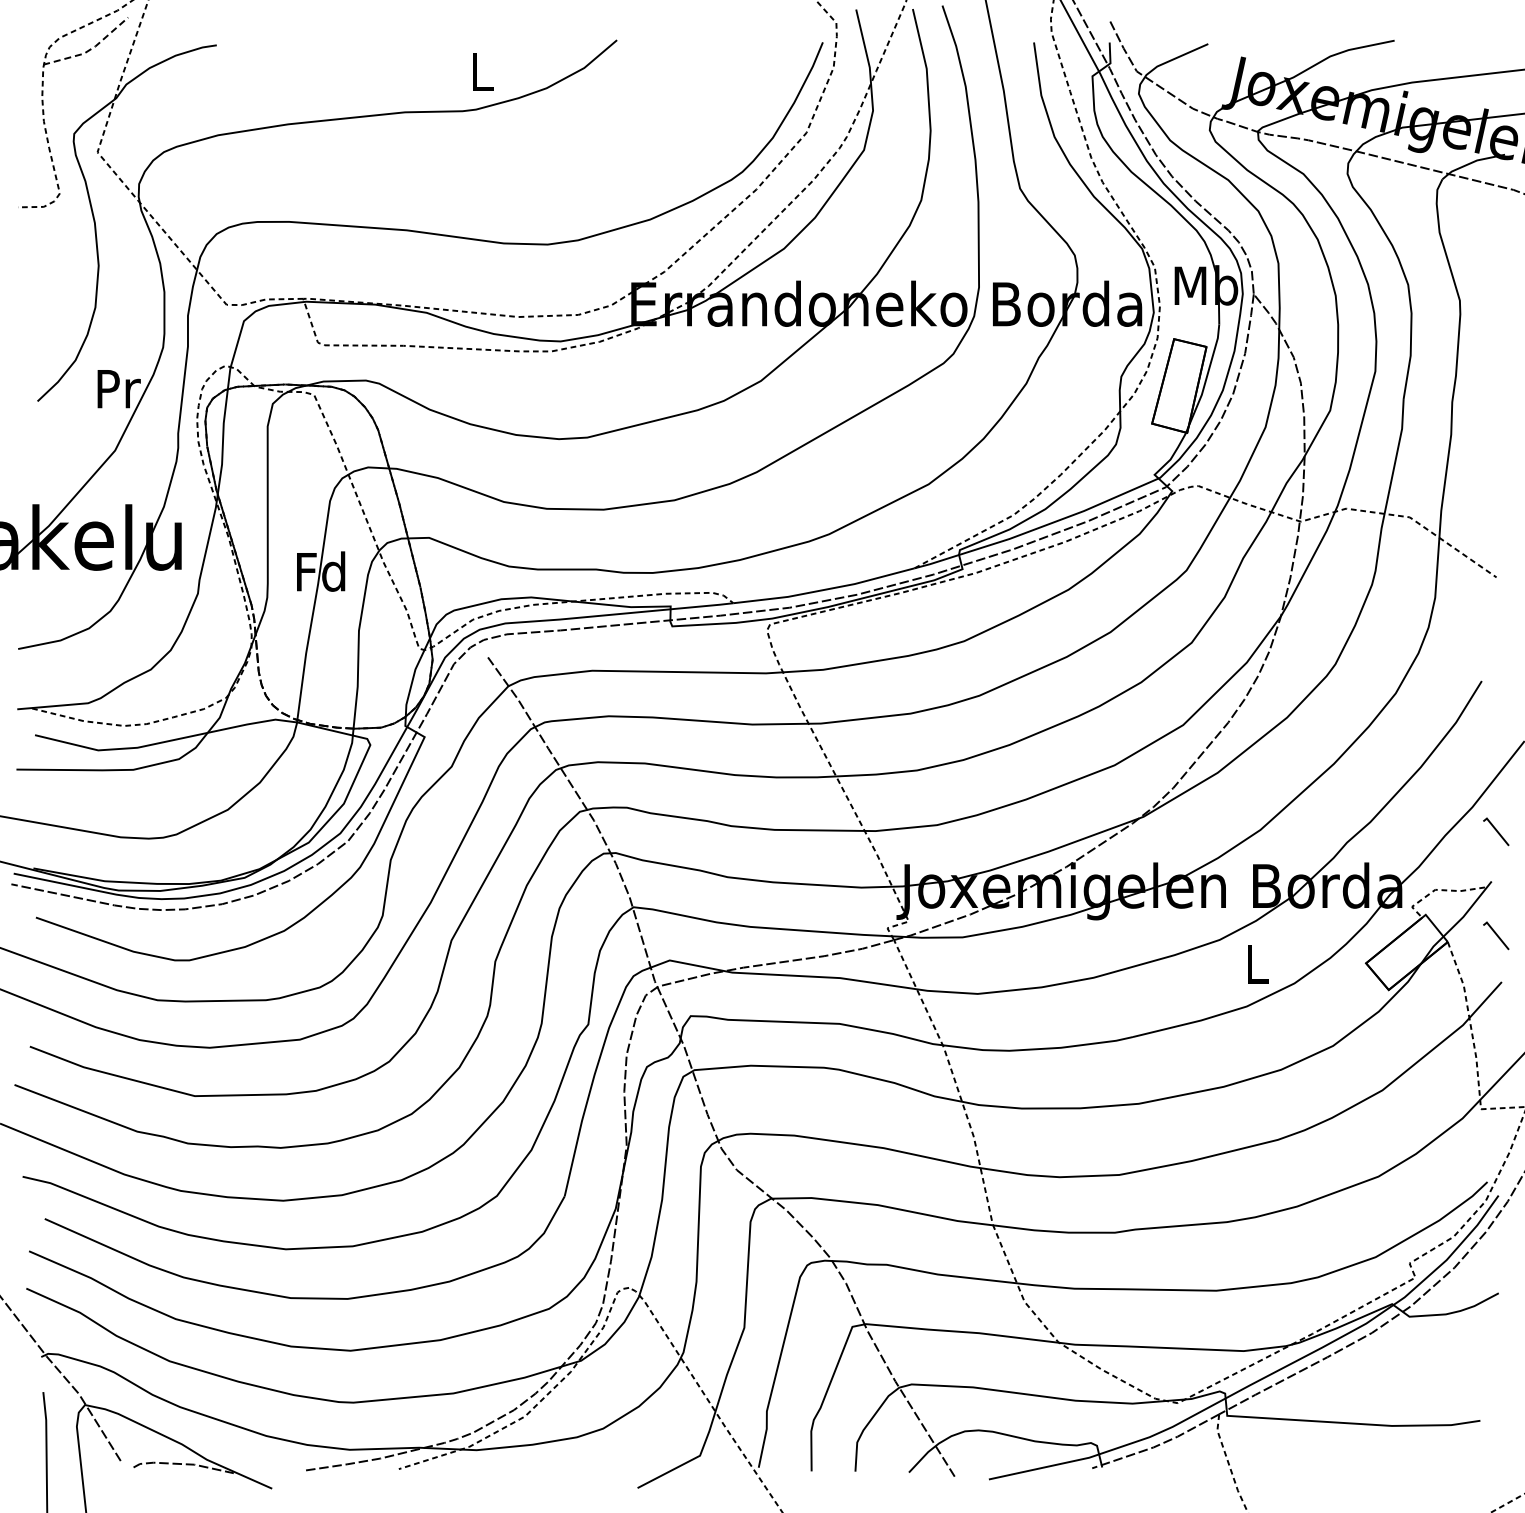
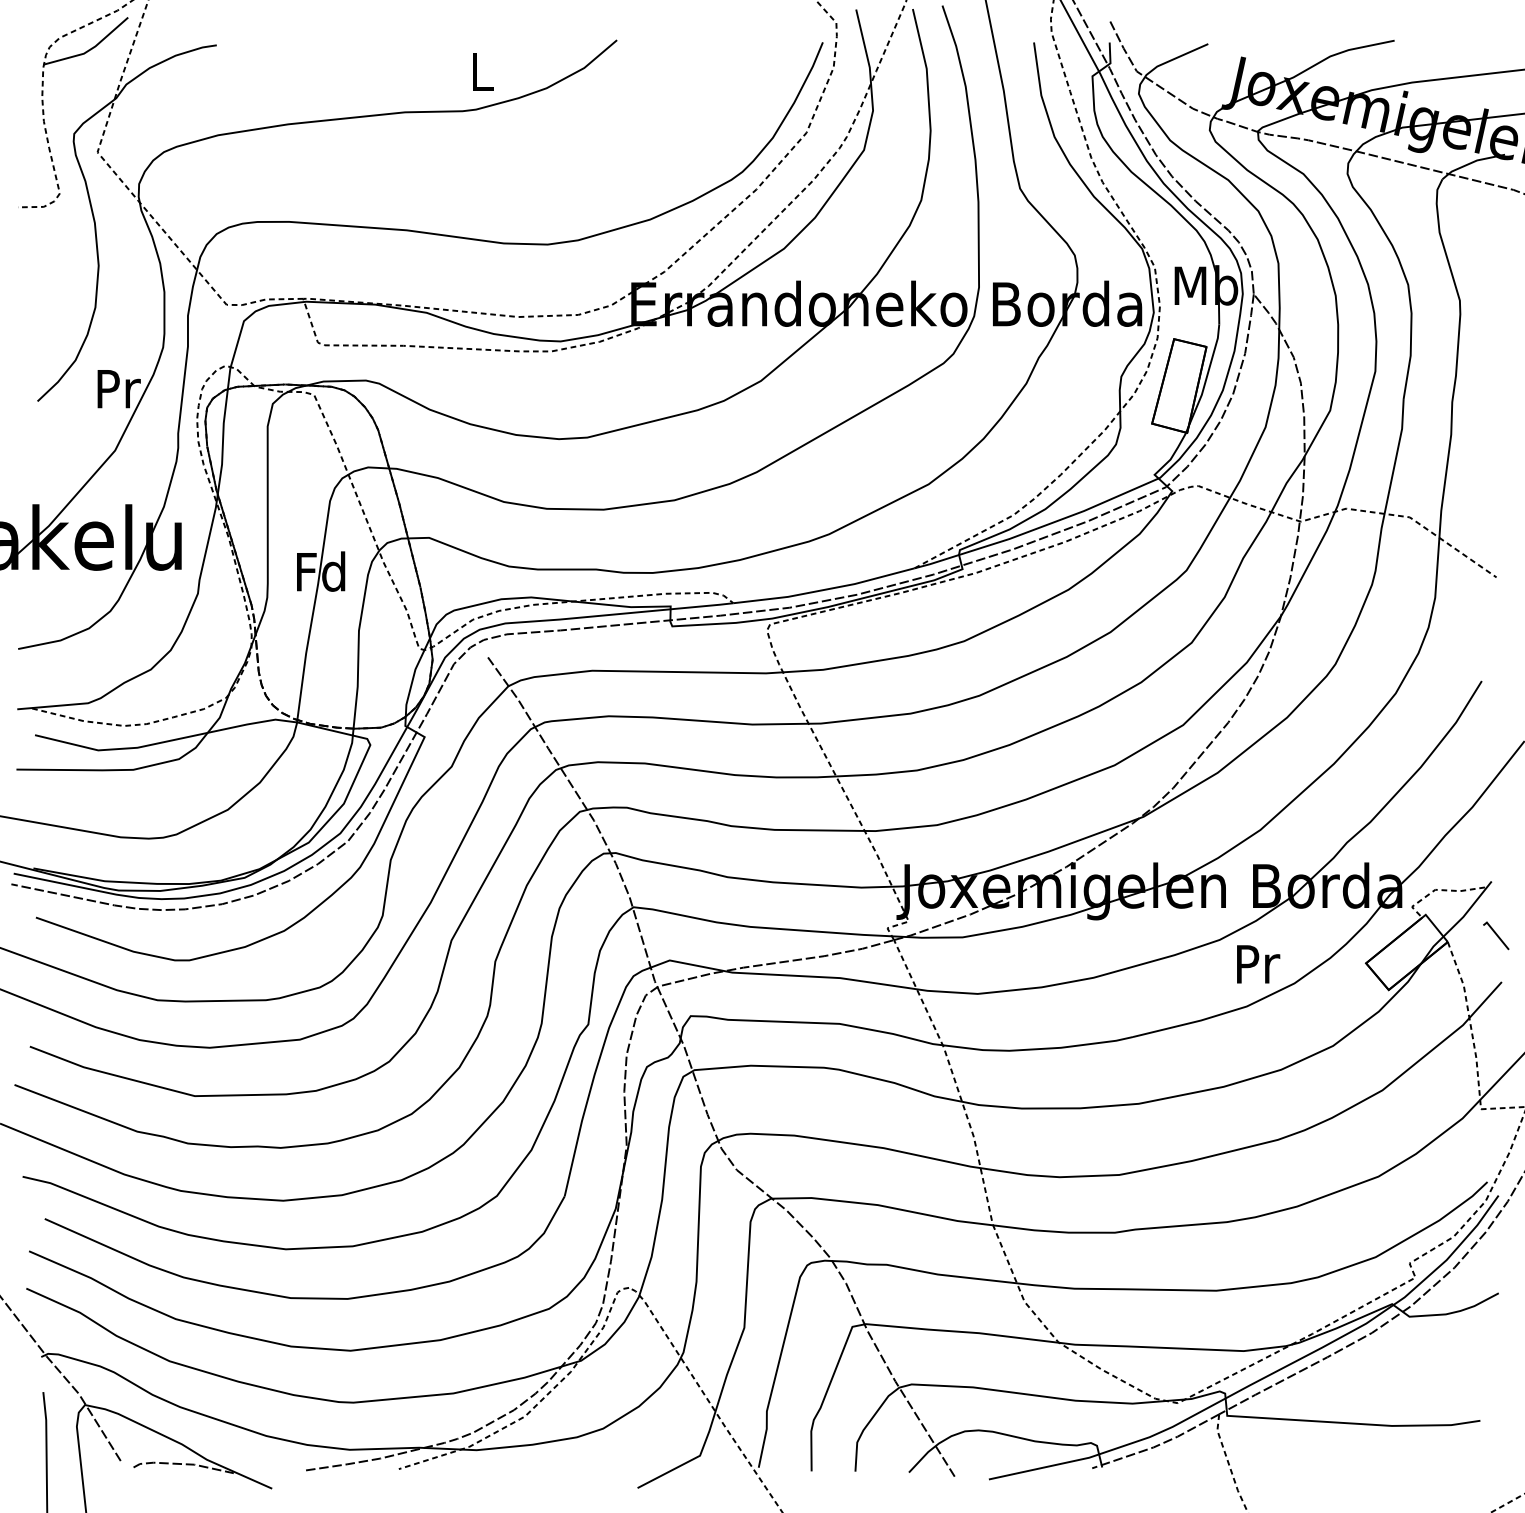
line at (90, 49): dashed -> solid
line at (1496, 831): present -> none
text at (1258, 964): L -> Pr
